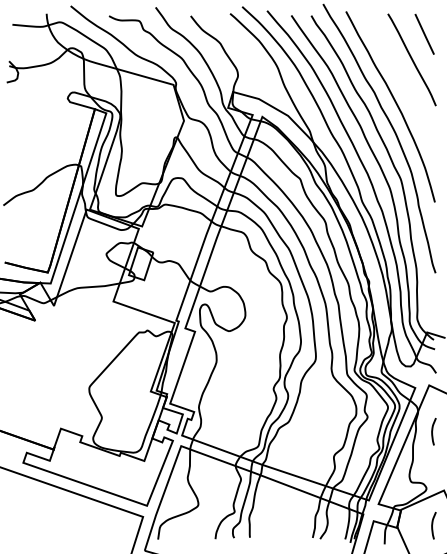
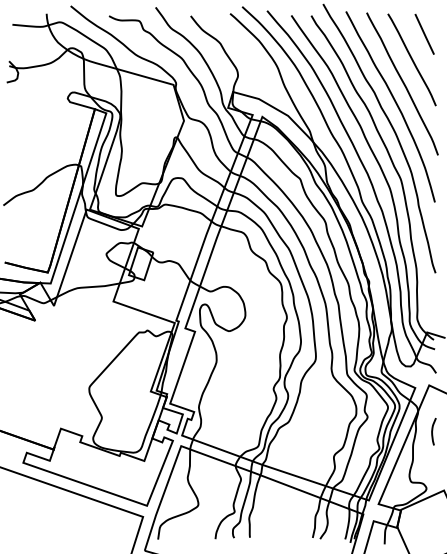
curve at (402, 83): none -> present
curve at (433, 524): present -> none
